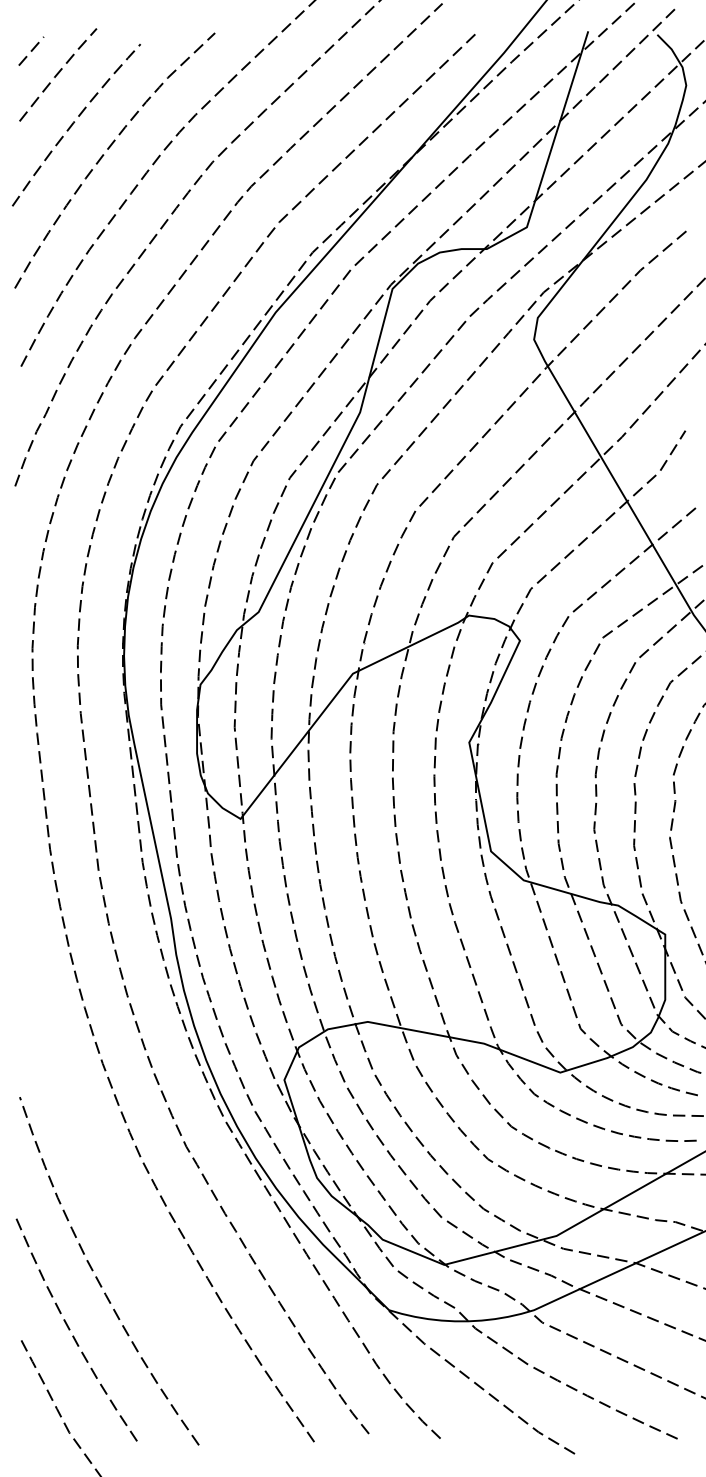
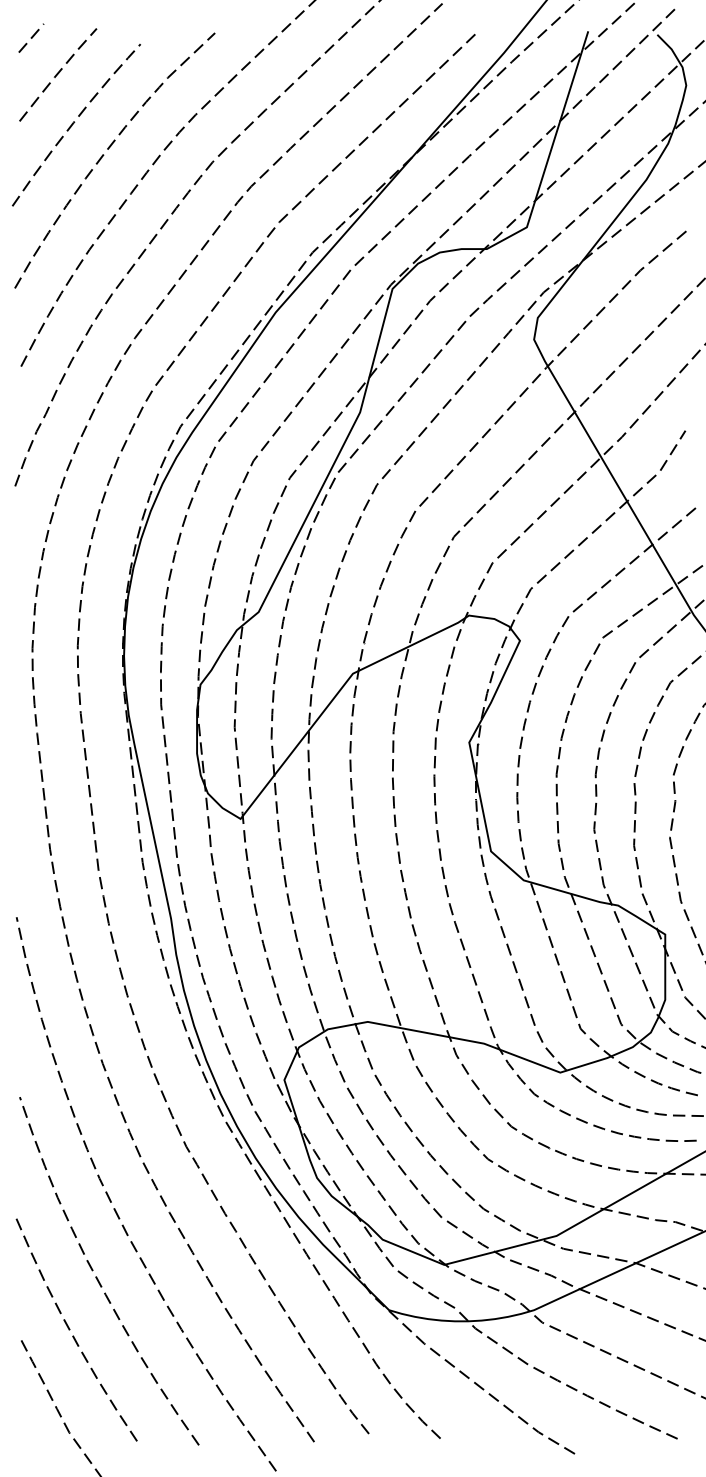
line at (31, 50) position: (31, 50) -> (31, 37)
curve at (115, 1208): none -> present
